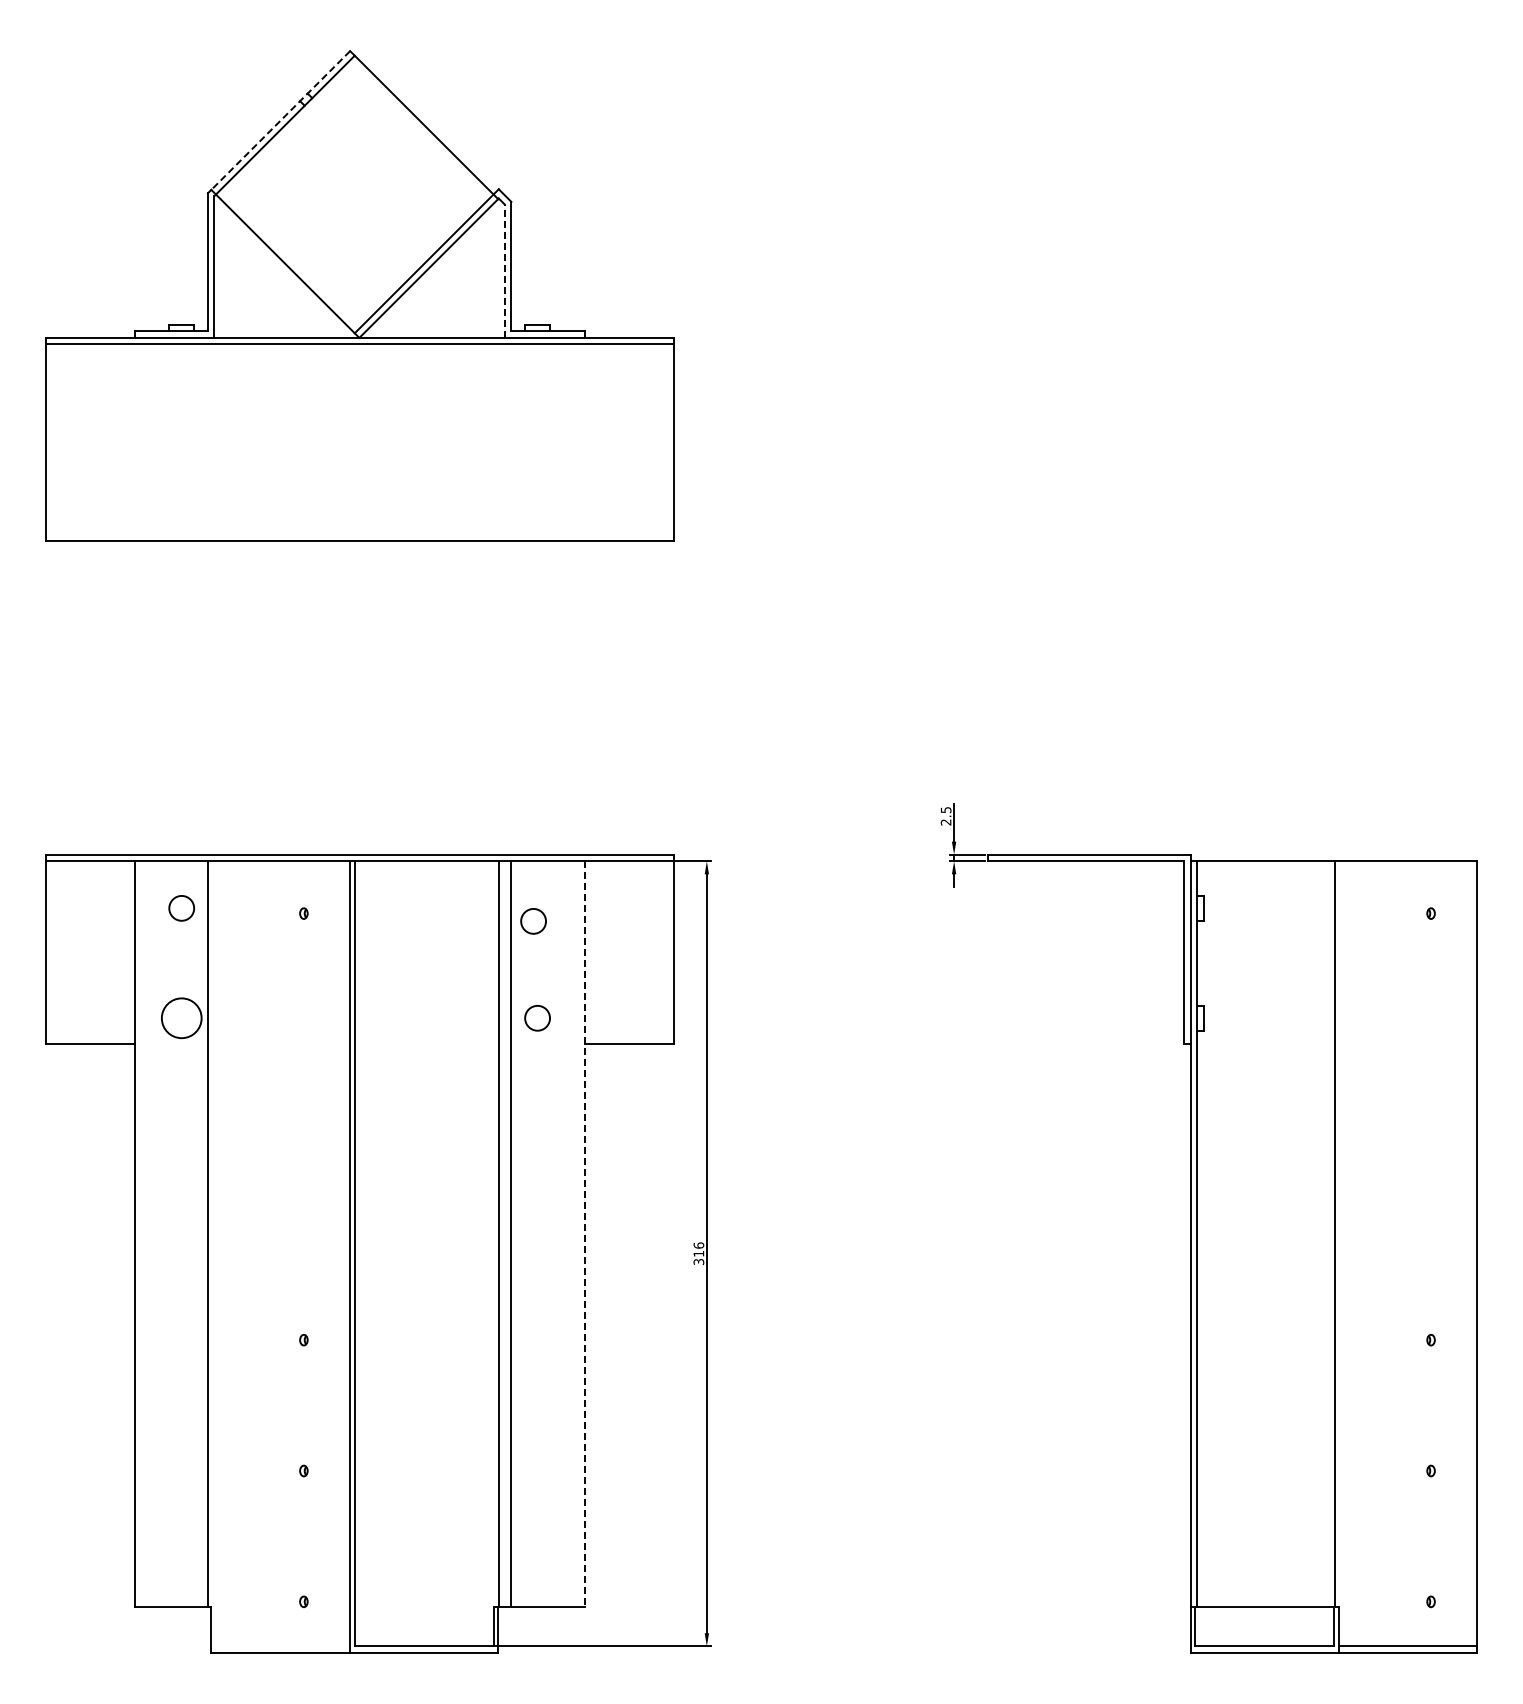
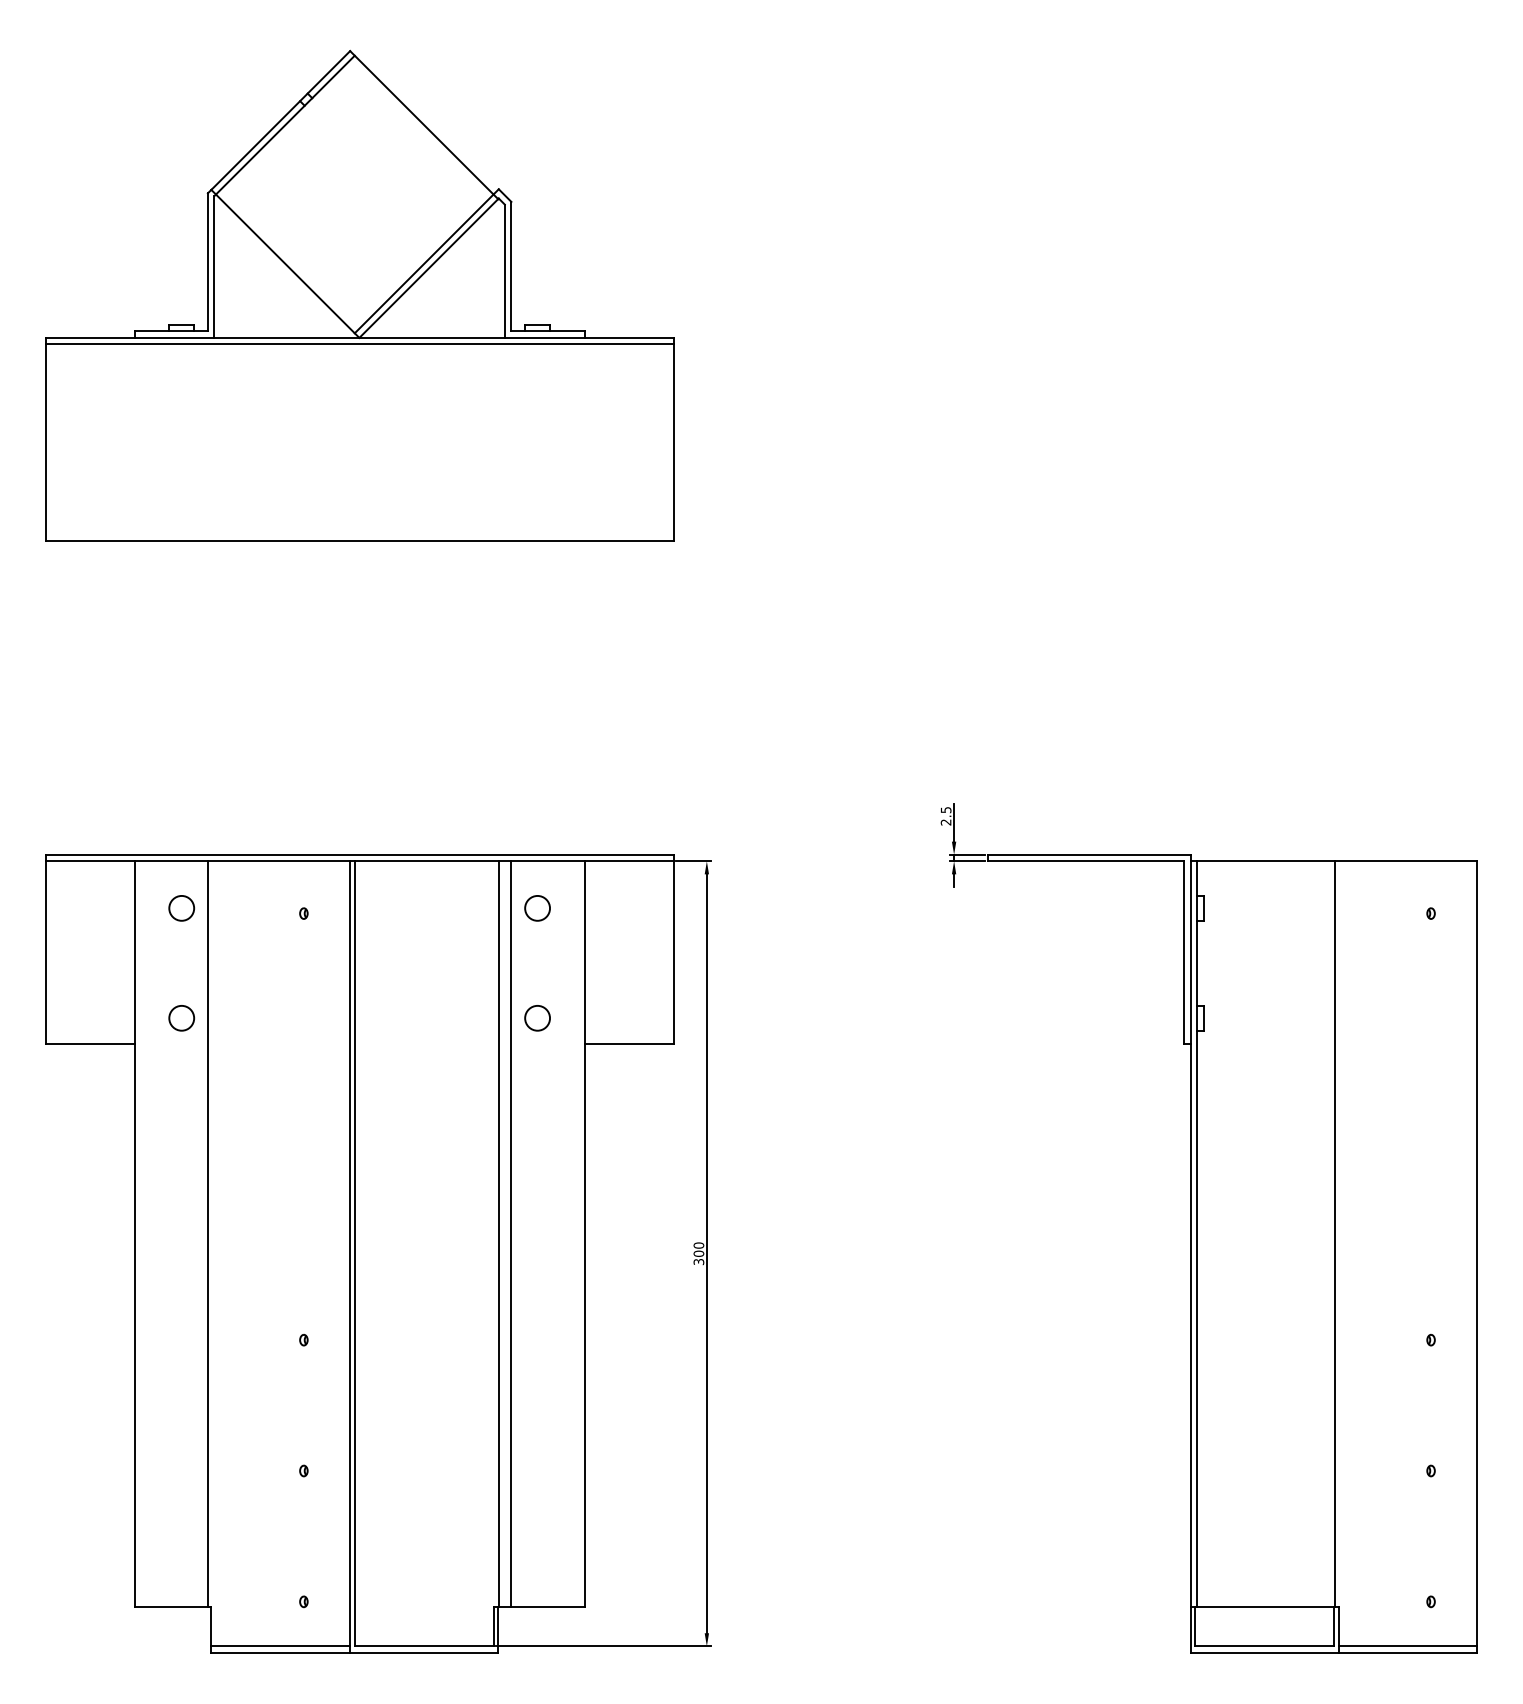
line at (280, 120): dashed -> solid
line at (504, 271): dashed -> solid
circle at (533, 921) position: (533, 921) -> (537, 908)
circle at (181, 1018) diameter: 40 px -> 25 px
line at (584, 1234): dashed -> solid
text at (698, 1249): 316 -> 300
line at (280, 1646): none -> present
